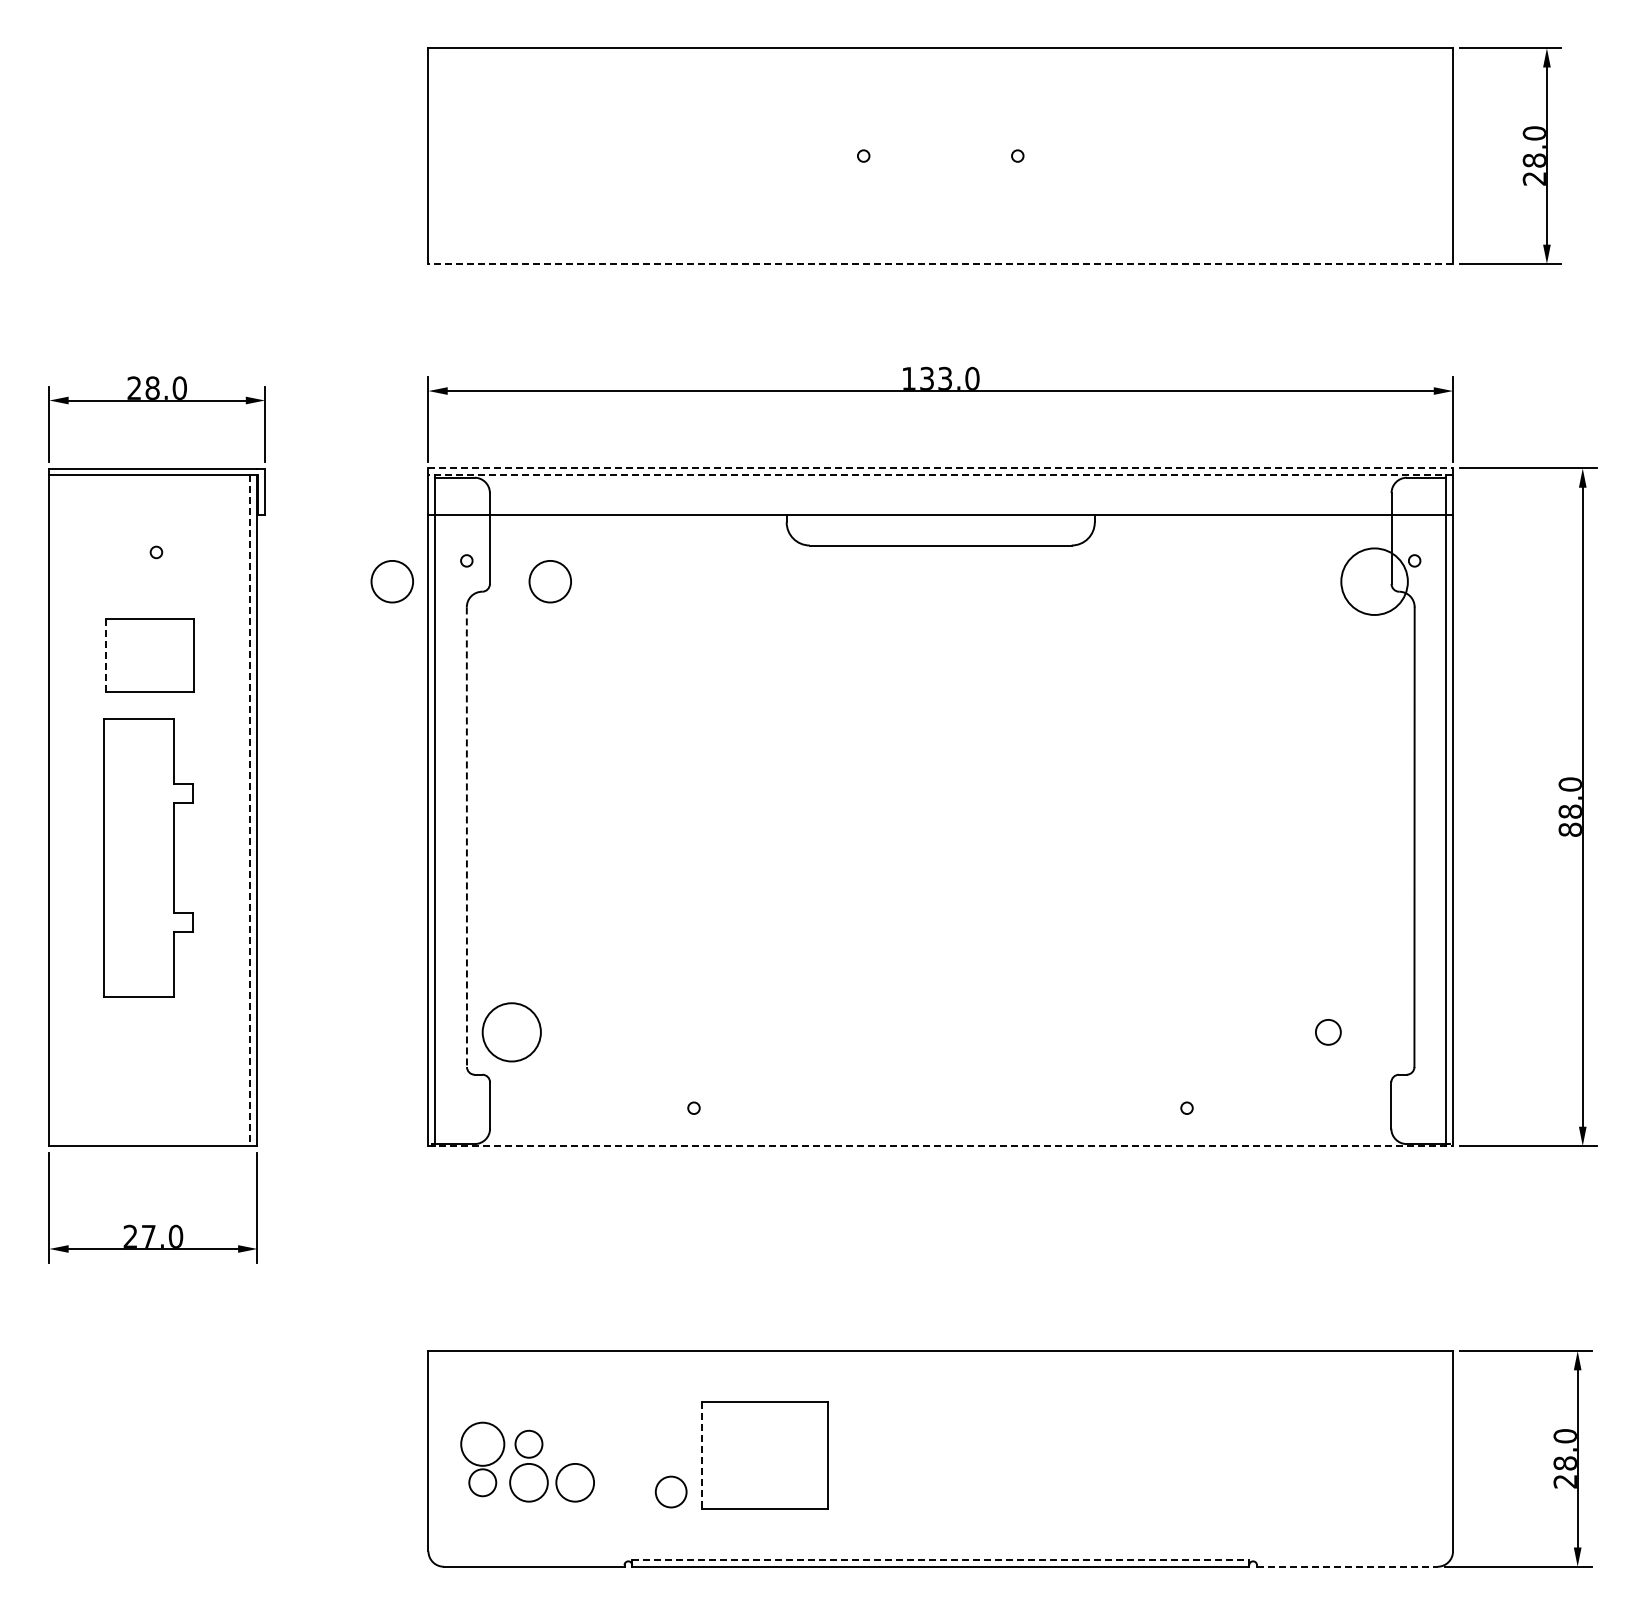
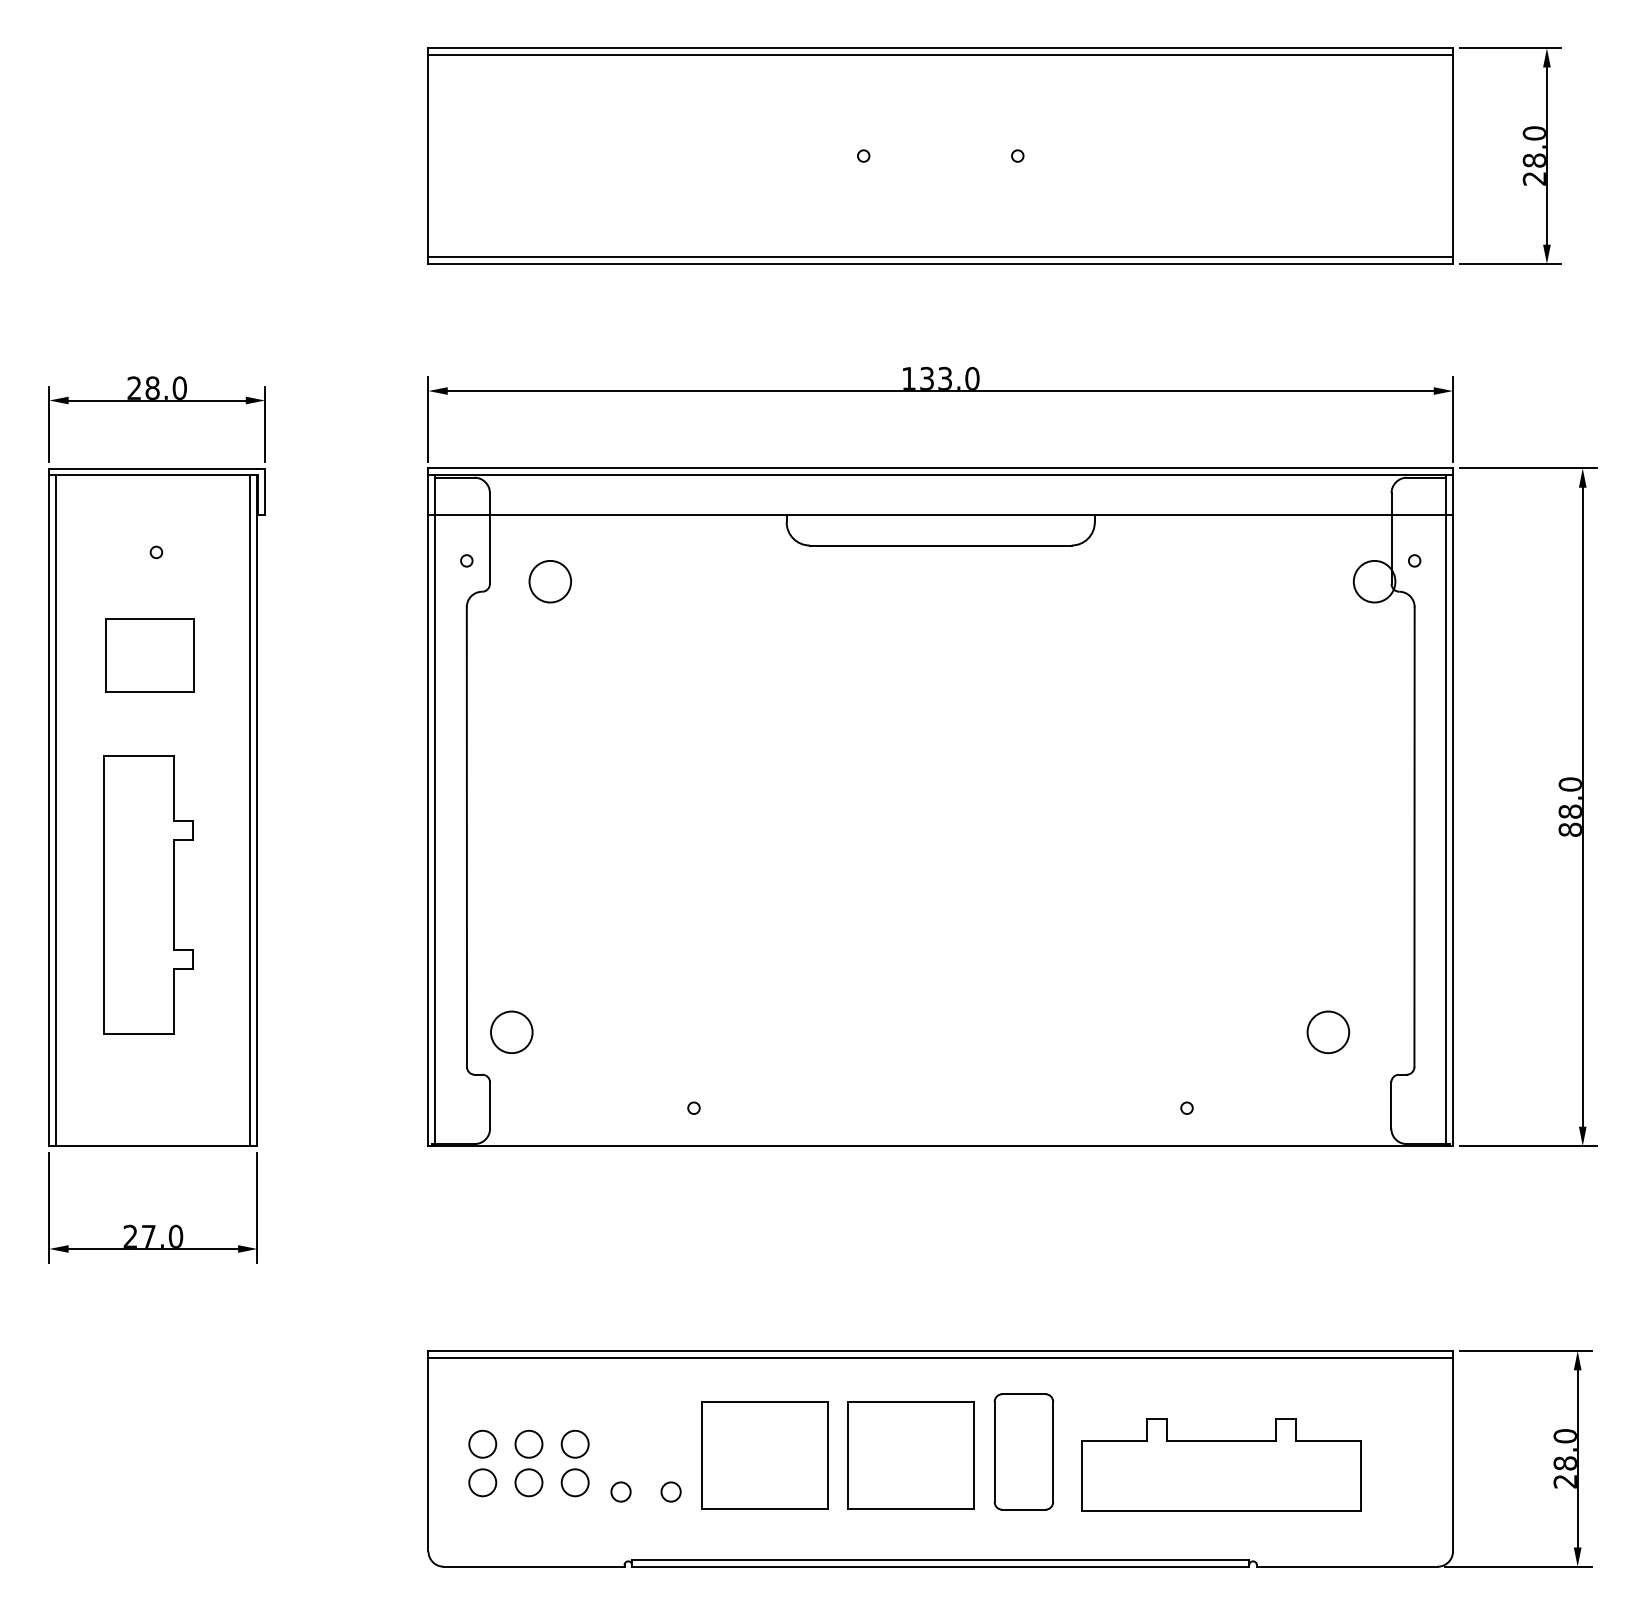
line at (940, 55): none -> present
line at (940, 257): none -> present
line at (940, 263): dashed -> solid
line at (941, 468): dashed -> solid
line at (940, 475): dashed -> solid
circle at (391, 581): present -> none
circle at (1374, 581) diameter: 67 px -> 42 px
line at (105, 655): dashed -> solid
line at (56, 810): none -> present
line at (250, 811): dashed -> solid
line at (466, 837): dashed -> solid
part at (148, 857) position: (148, 857) -> (148, 894)
circle at (1327, 1031) diameter: 25 px -> 42 px
circle at (511, 1032) diameter: 58 px -> 42 px
line at (941, 1146): dashed -> solid
line at (940, 1358): none -> present
circle at (482, 1443) diameter: 43 px -> 27 px
circle at (574, 1443): none -> present
part at (1023, 1451): none -> present
line at (701, 1455): dashed -> solid
part at (910, 1455): none -> present
part at (1221, 1464): none -> present
circle at (528, 1482) diameter: 38 px -> 27 px
circle at (575, 1482) diameter: 38 px -> 27 px
circle at (620, 1491): none -> present
circle at (670, 1491) size: 34x34 px -> 22x22 px
line at (940, 1559): dashed -> solid
line at (1347, 1566): dashed -> solid
